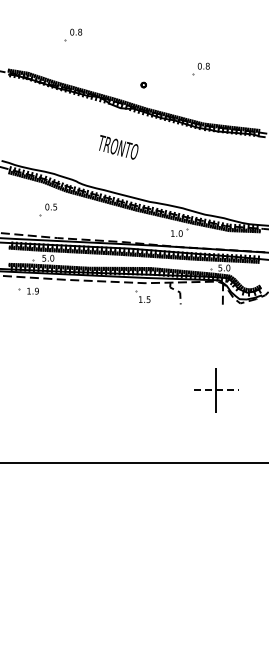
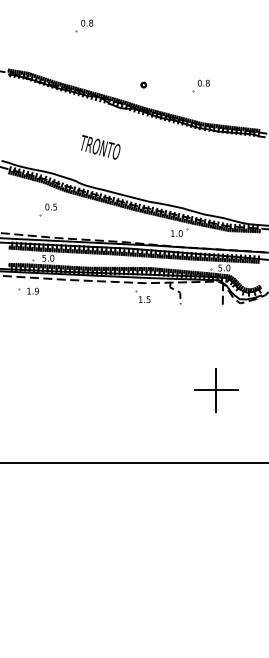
part at (73, 34) position: (73, 34) -> (84, 25)
part at (200, 68) position: (200, 68) -> (200, 85)
text at (118, 147) position: (118, 147) -> (100, 147)
line at (216, 390): dashed -> solid
